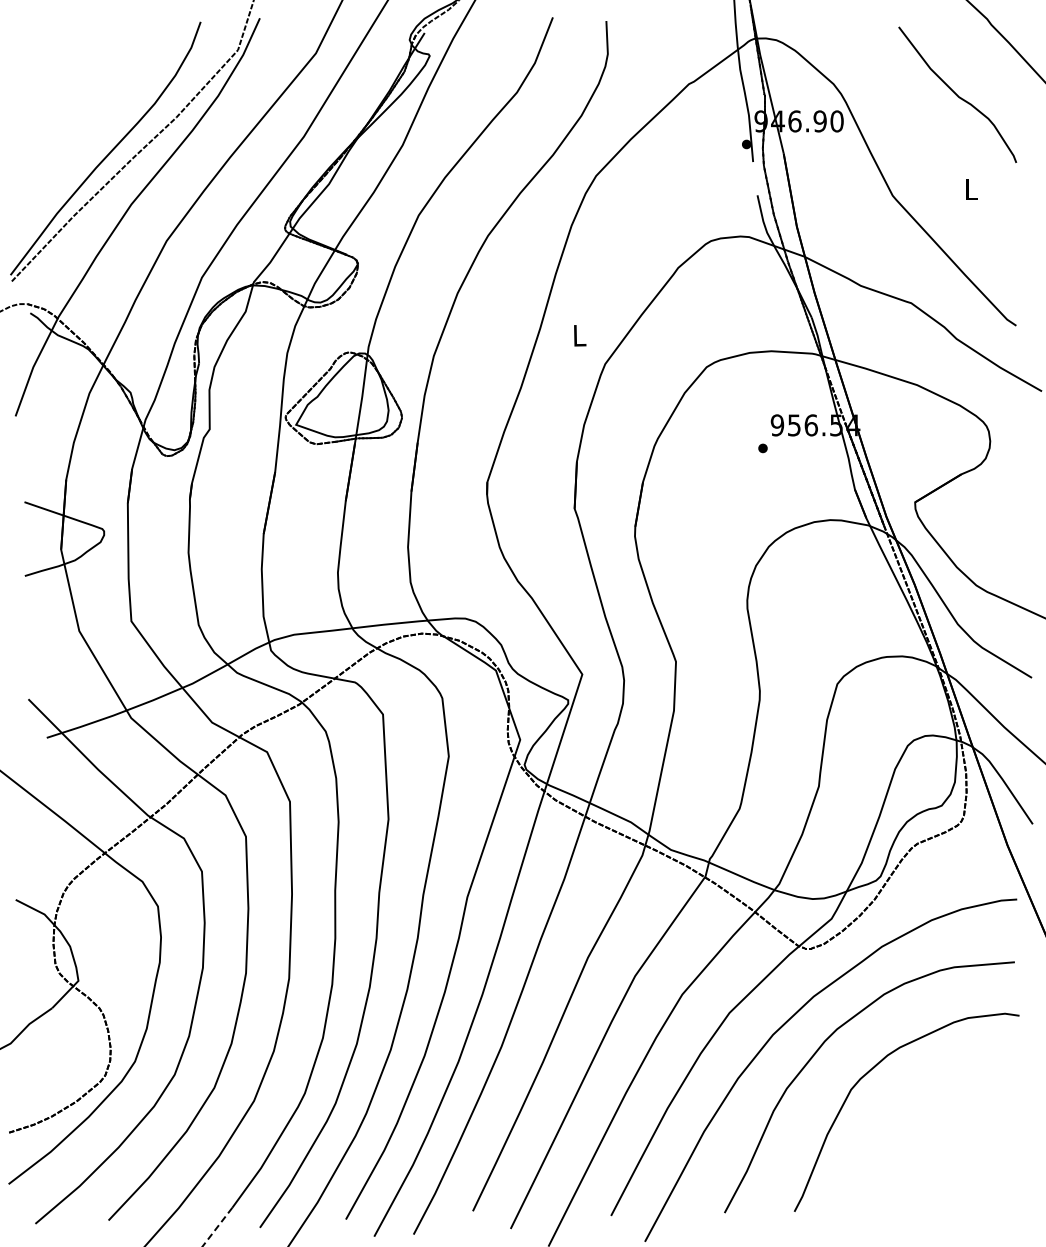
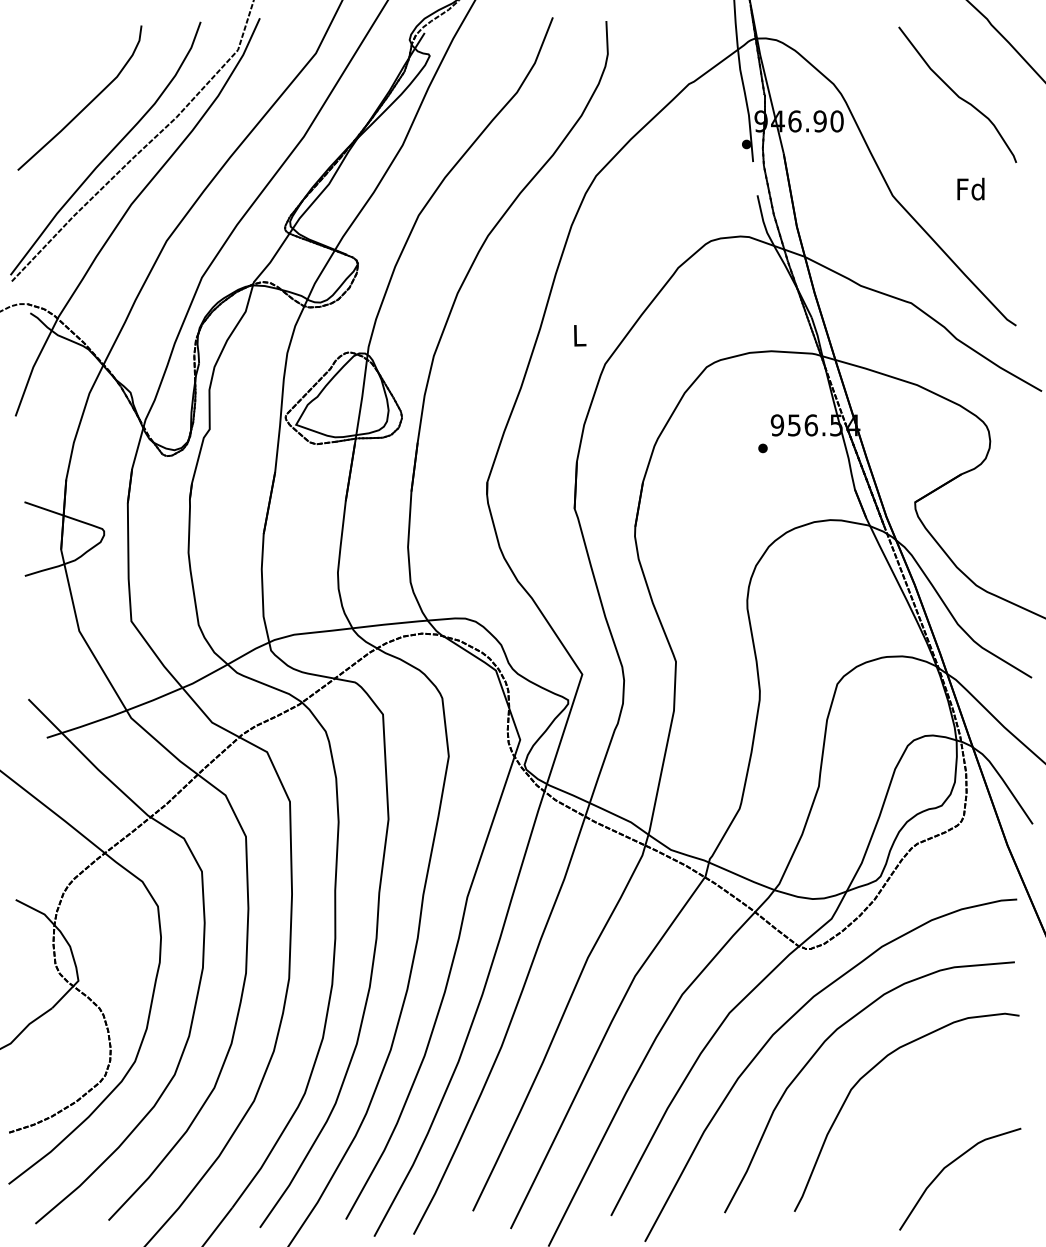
curve at (87, 104): none -> present
text at (970, 188): L -> Fd
curve at (948, 1166): none -> present
line at (217, 1227): dashed -> solid
